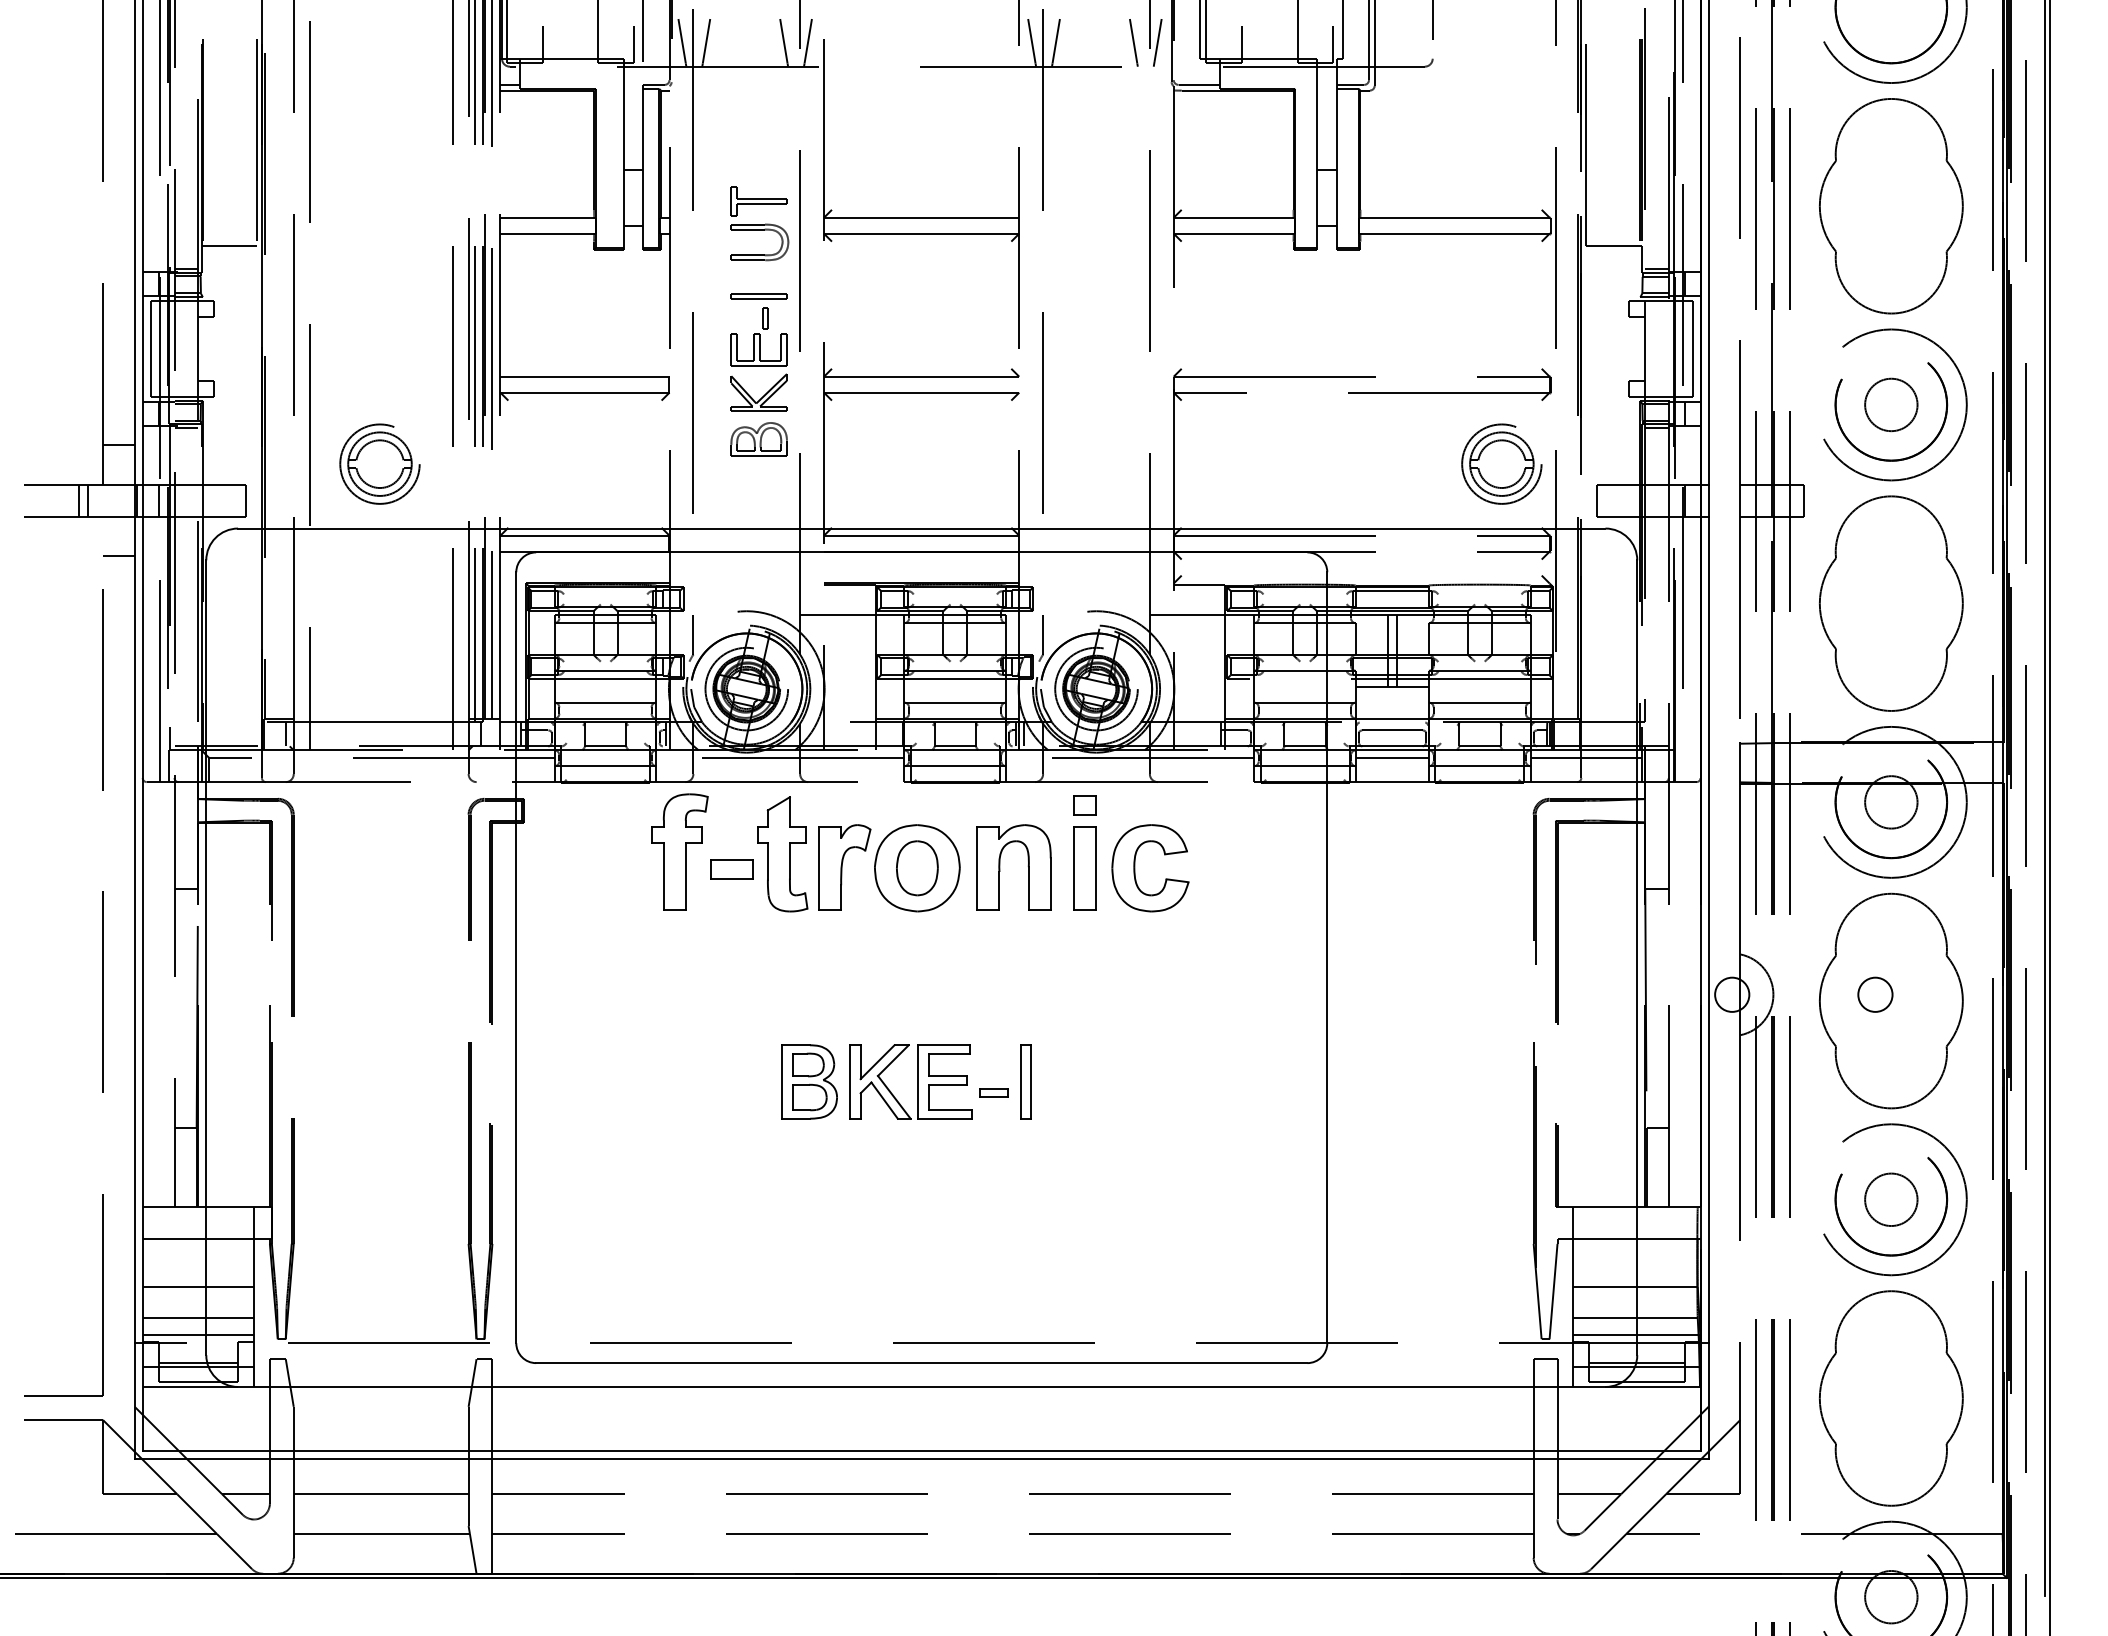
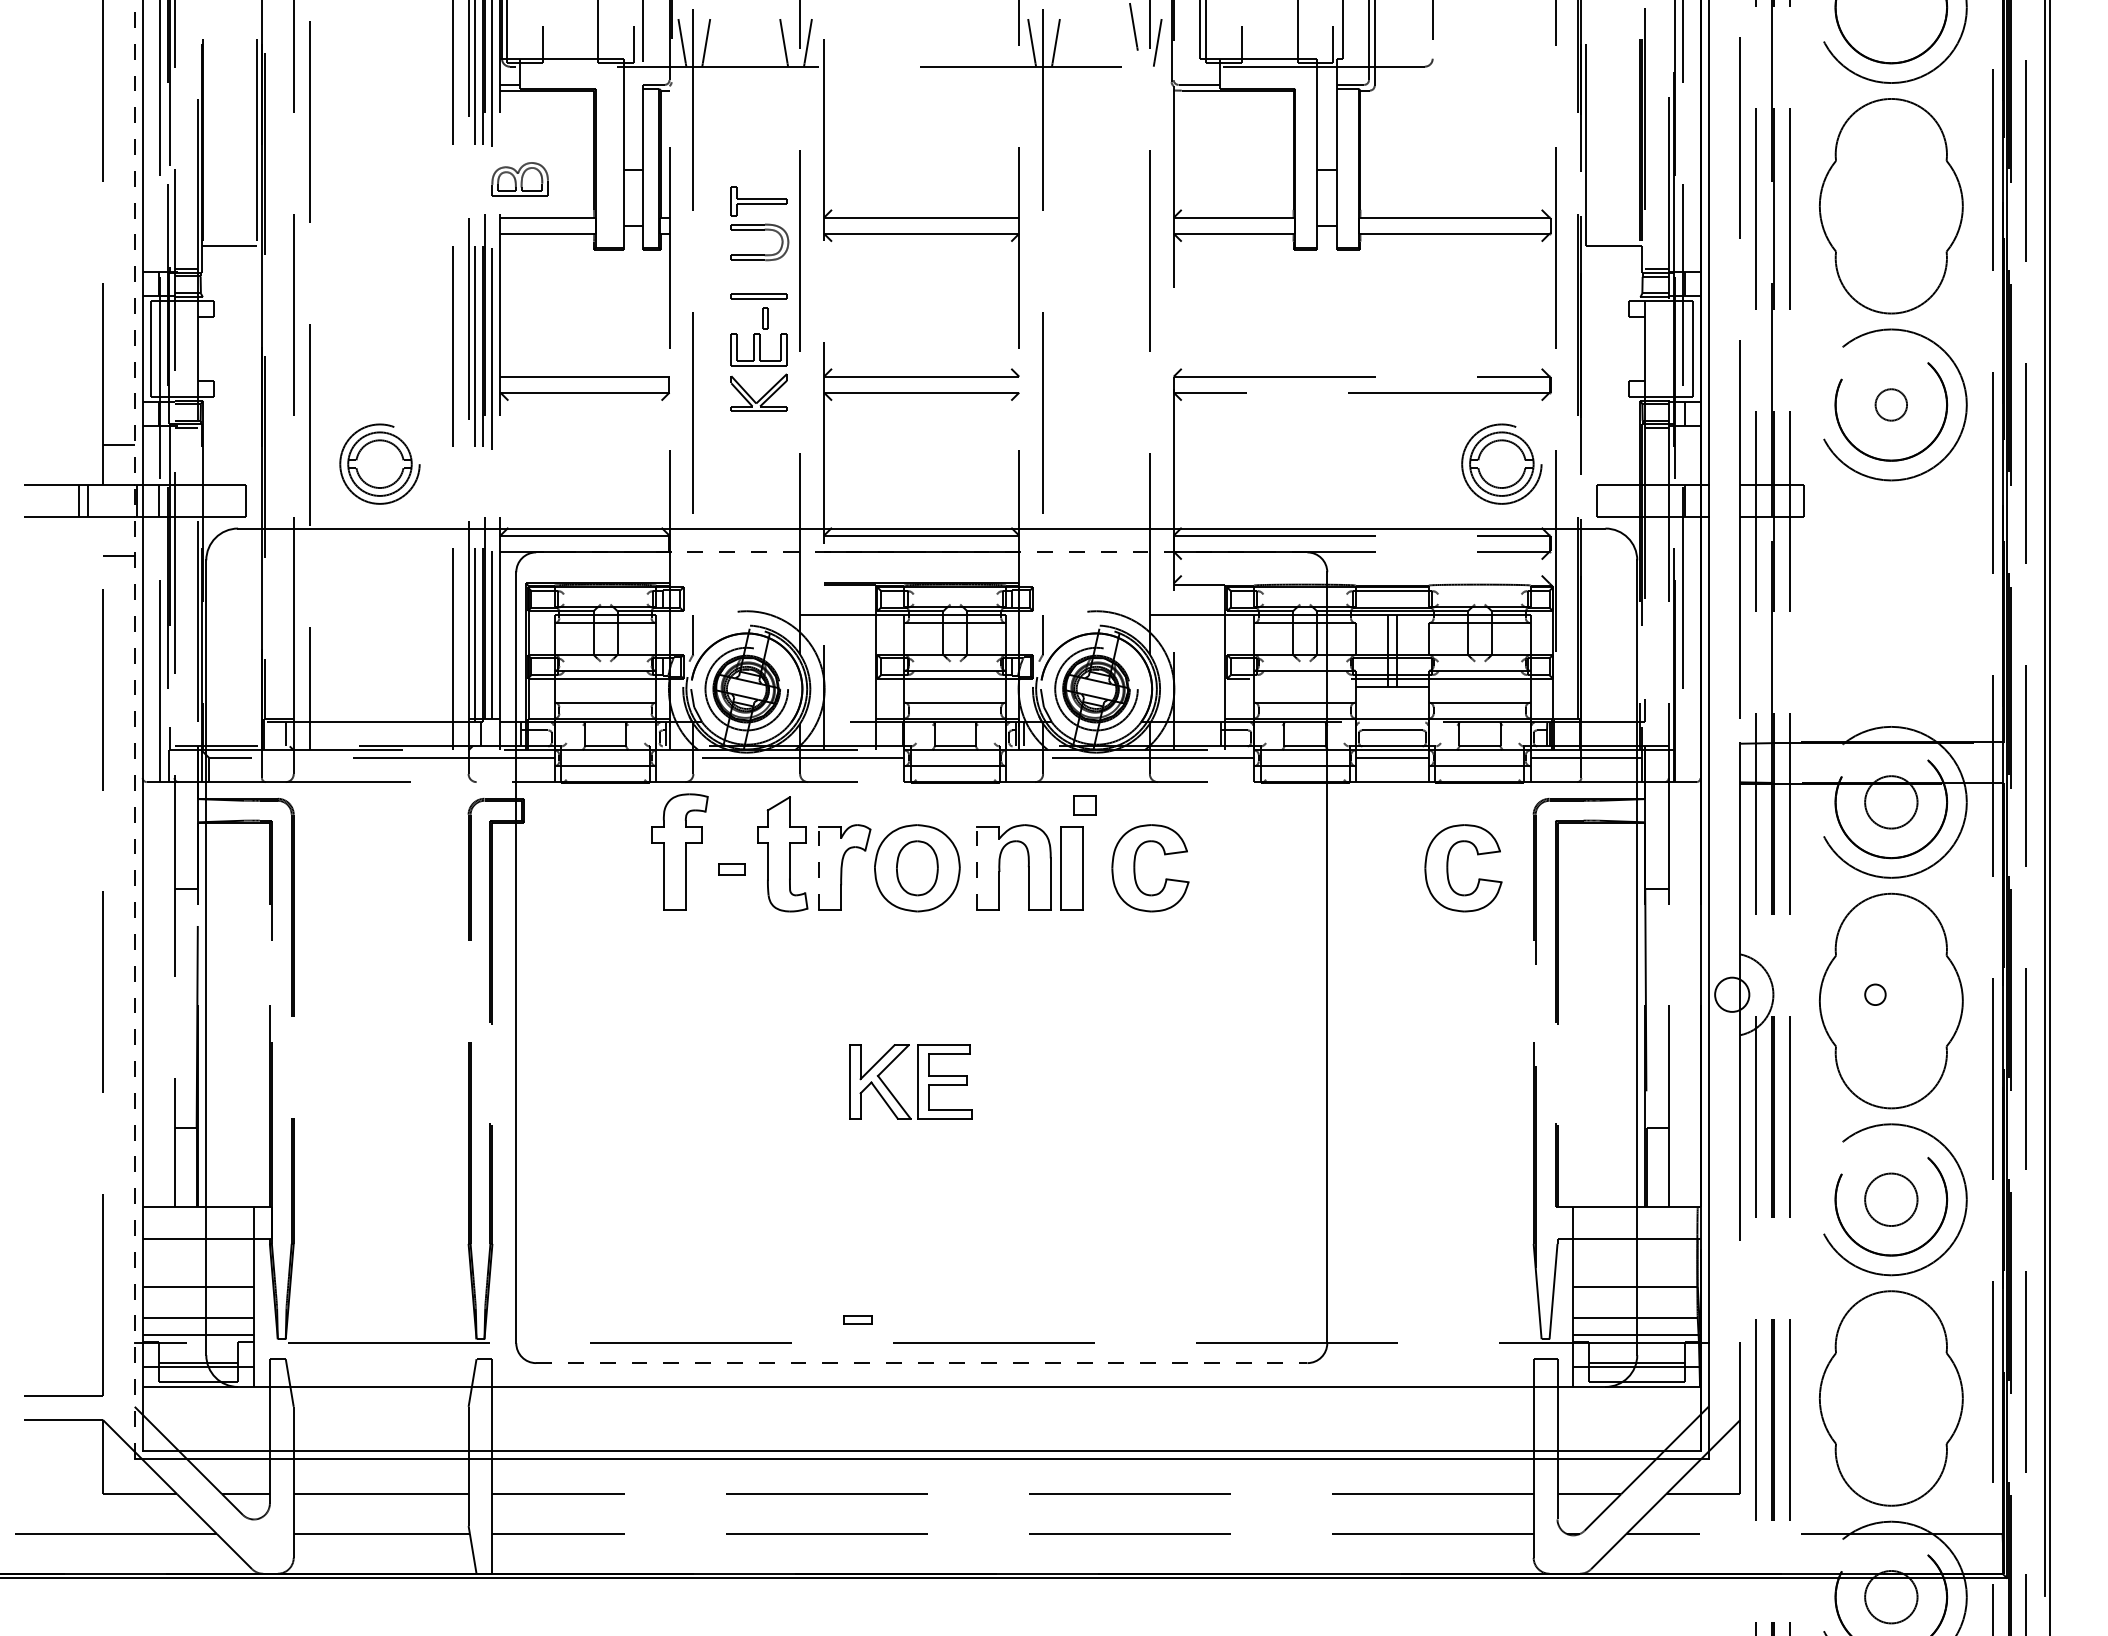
line at (1133, 42) position: (1133, 42) -> (1133, 26)
circle at (1891, 404) diameter: 52 px -> 31 px
part at (758, 439) position: (758, 439) -> (519, 179)
line at (921, 552): solid -> dashed
part at (1890, 603): present -> none
line at (134, 729): solid -> dashed
line at (819, 868): solid -> dashed
line at (977, 868): solid -> dashed
part at (1084, 868) position: (1084, 868) -> (1071, 868)
part at (1448, 868): none -> present
part at (731, 869) size: 44x21 px -> 28x13 px
circle at (1875, 994) diameter: 34 px -> 21 px
part at (809, 1081): present -> none
part at (1025, 1081): present -> none
part at (993, 1092) position: (993, 1092) -> (857, 1319)
line at (921, 1363): solid -> dashed
